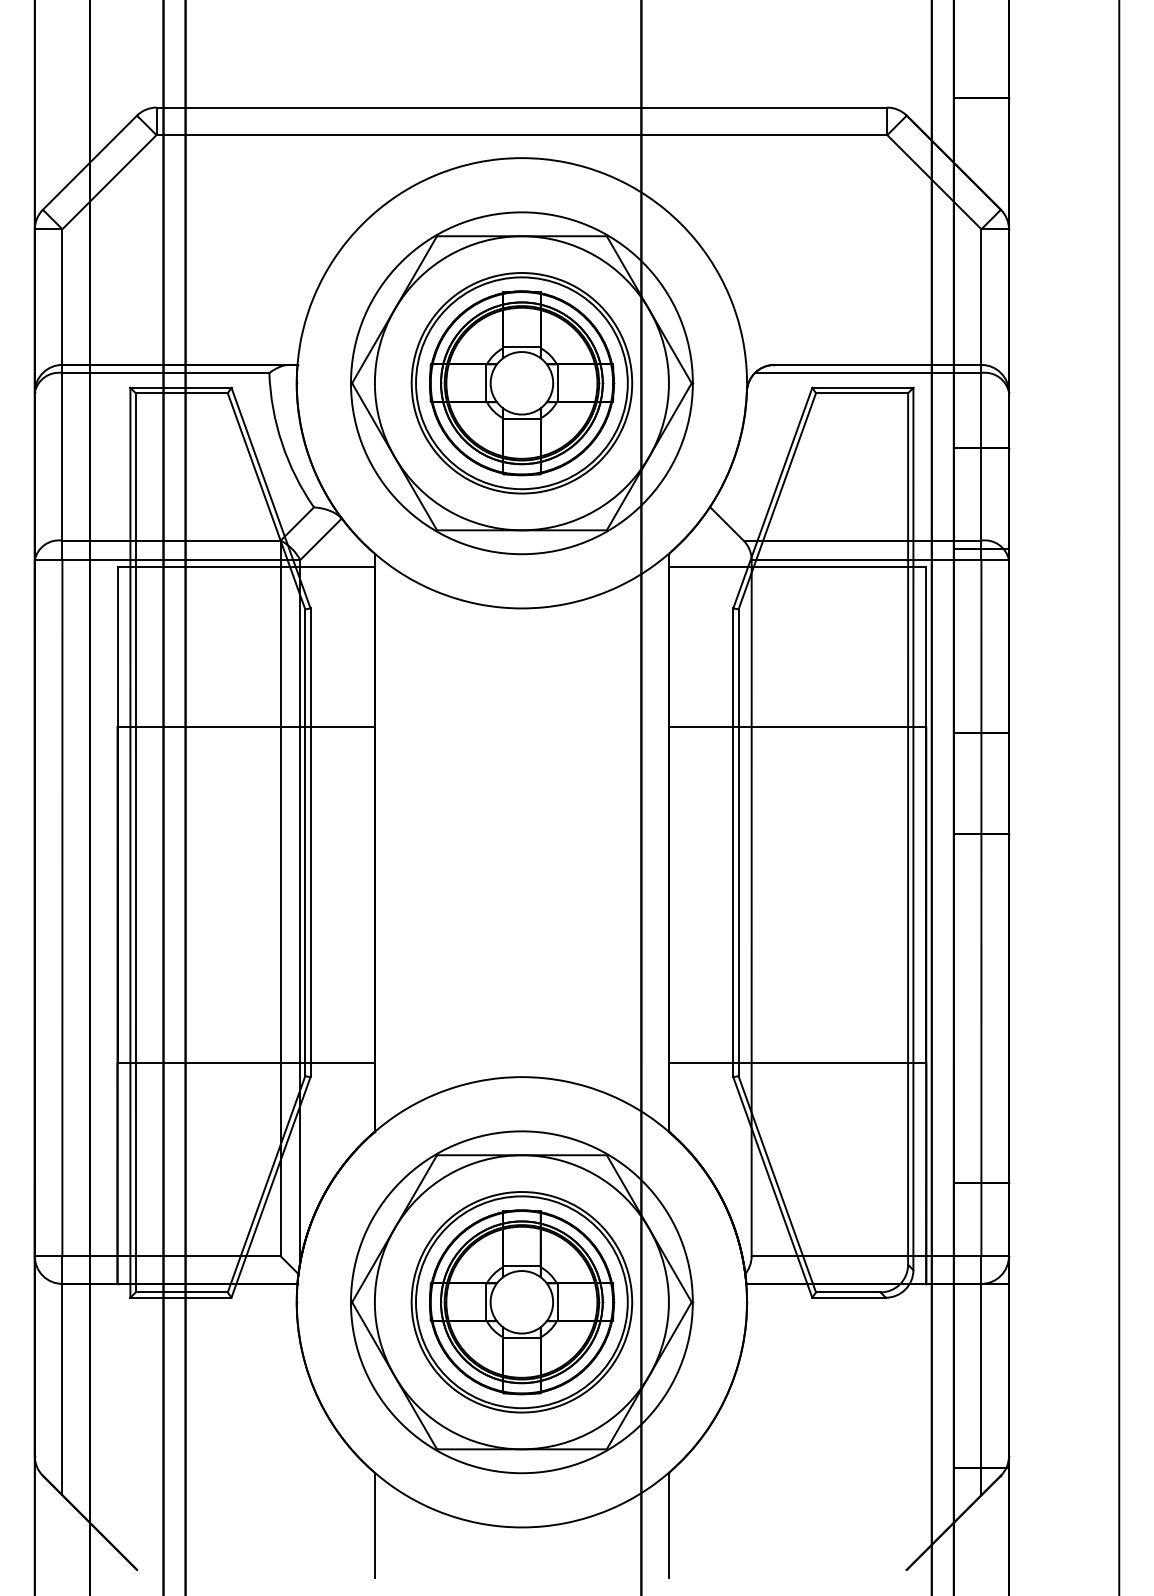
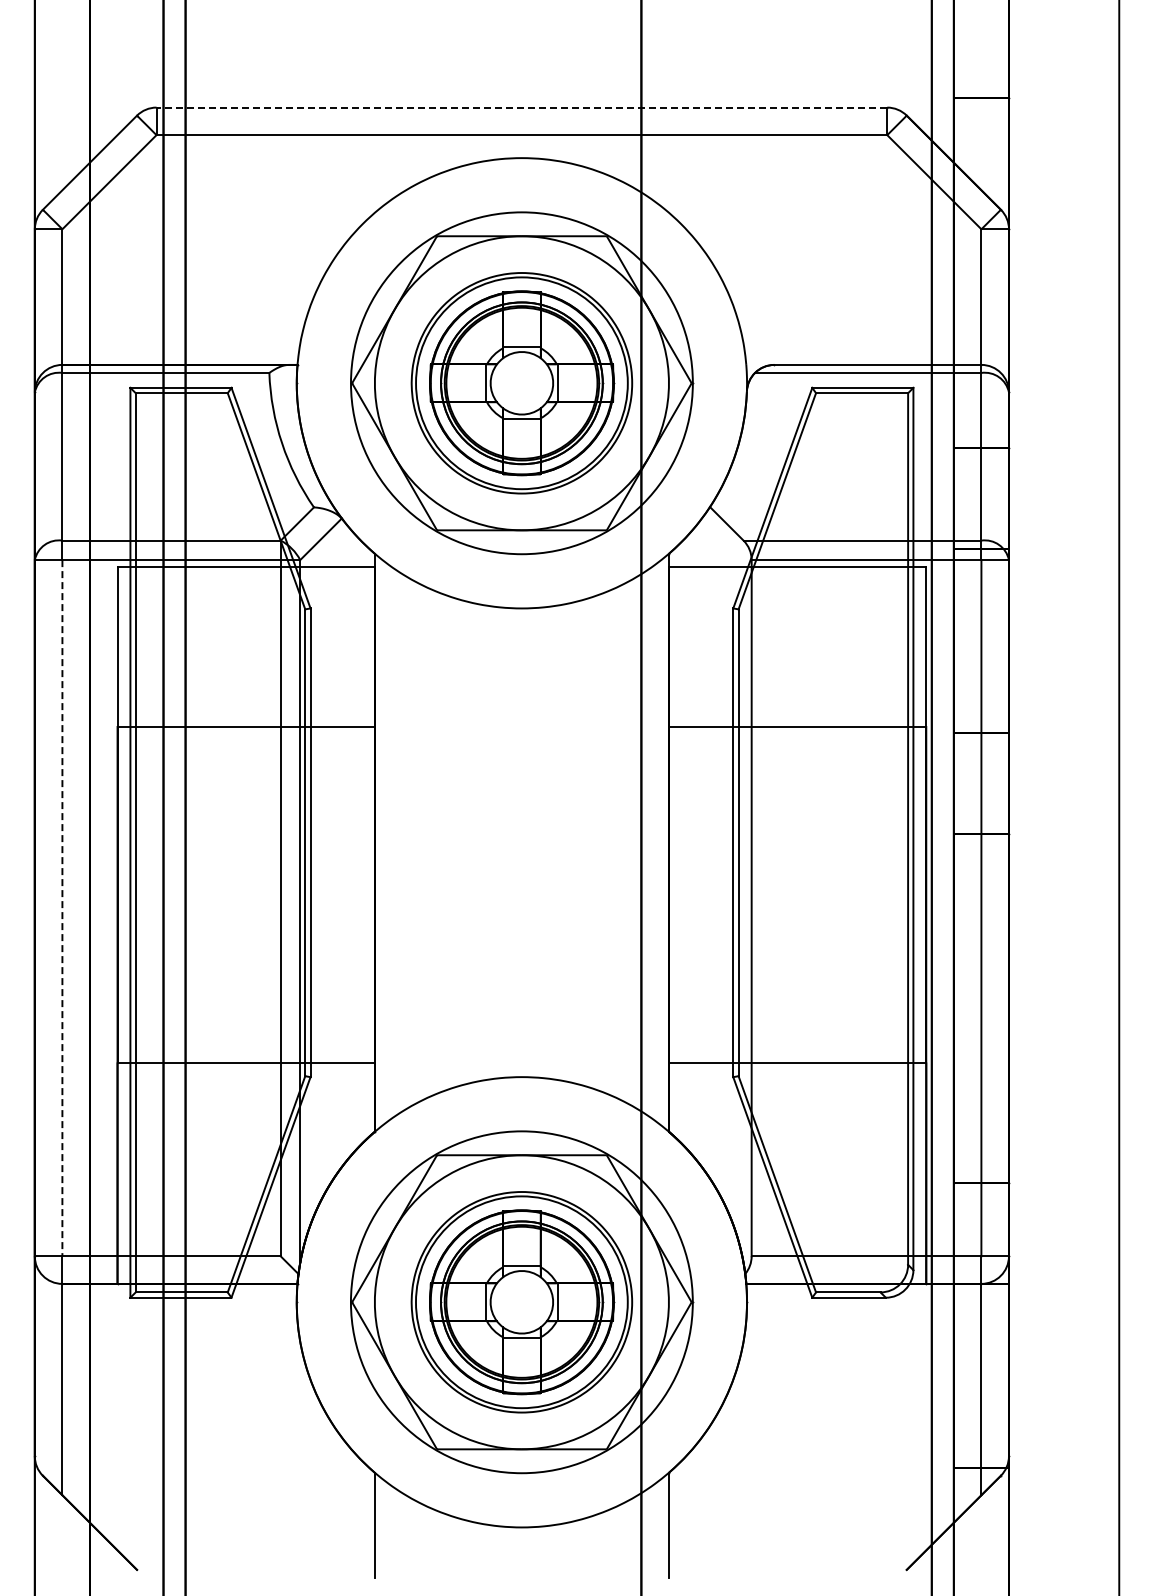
line at (521, 107): solid -> dashed
line at (62, 908): solid -> dashed
